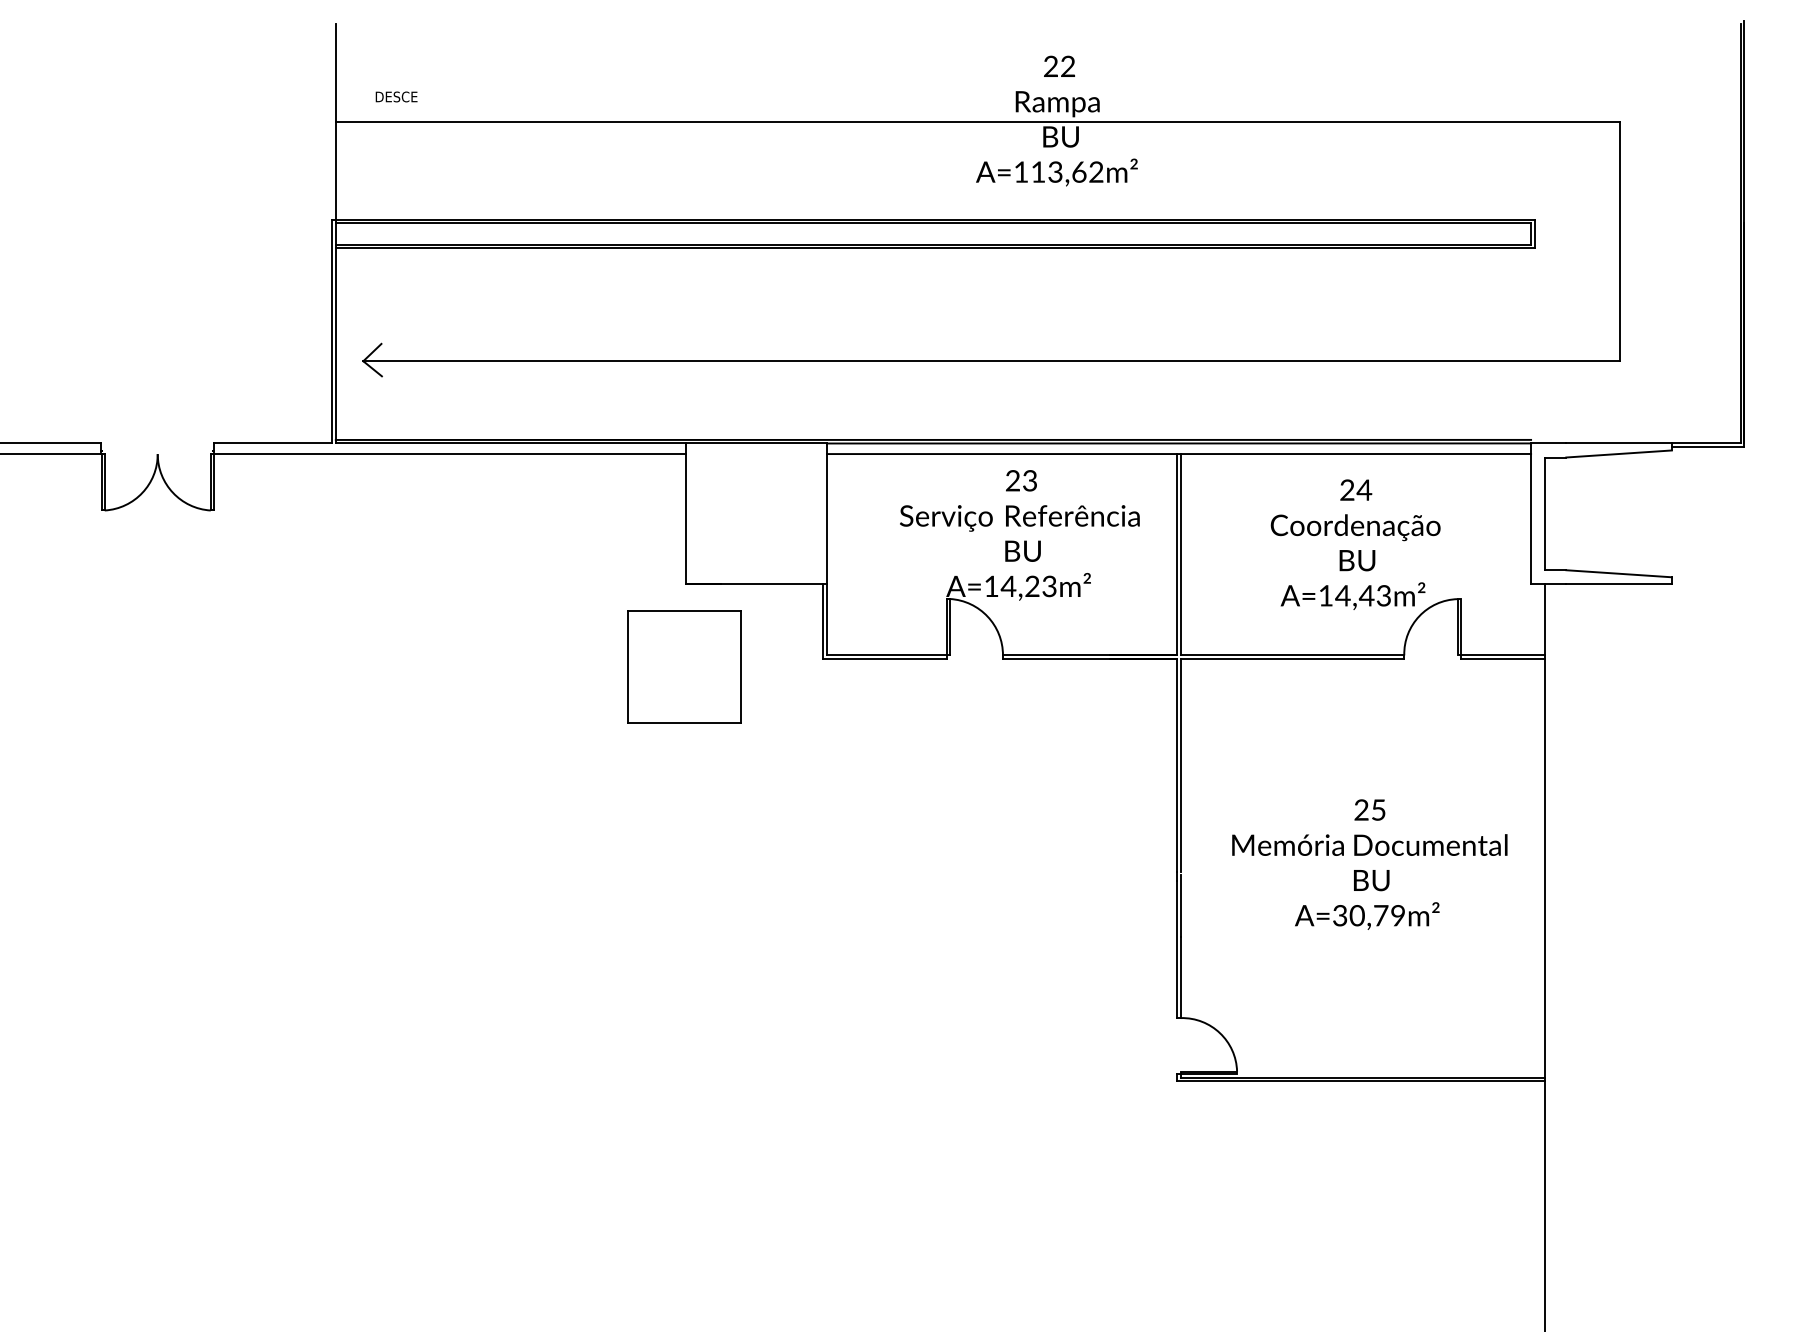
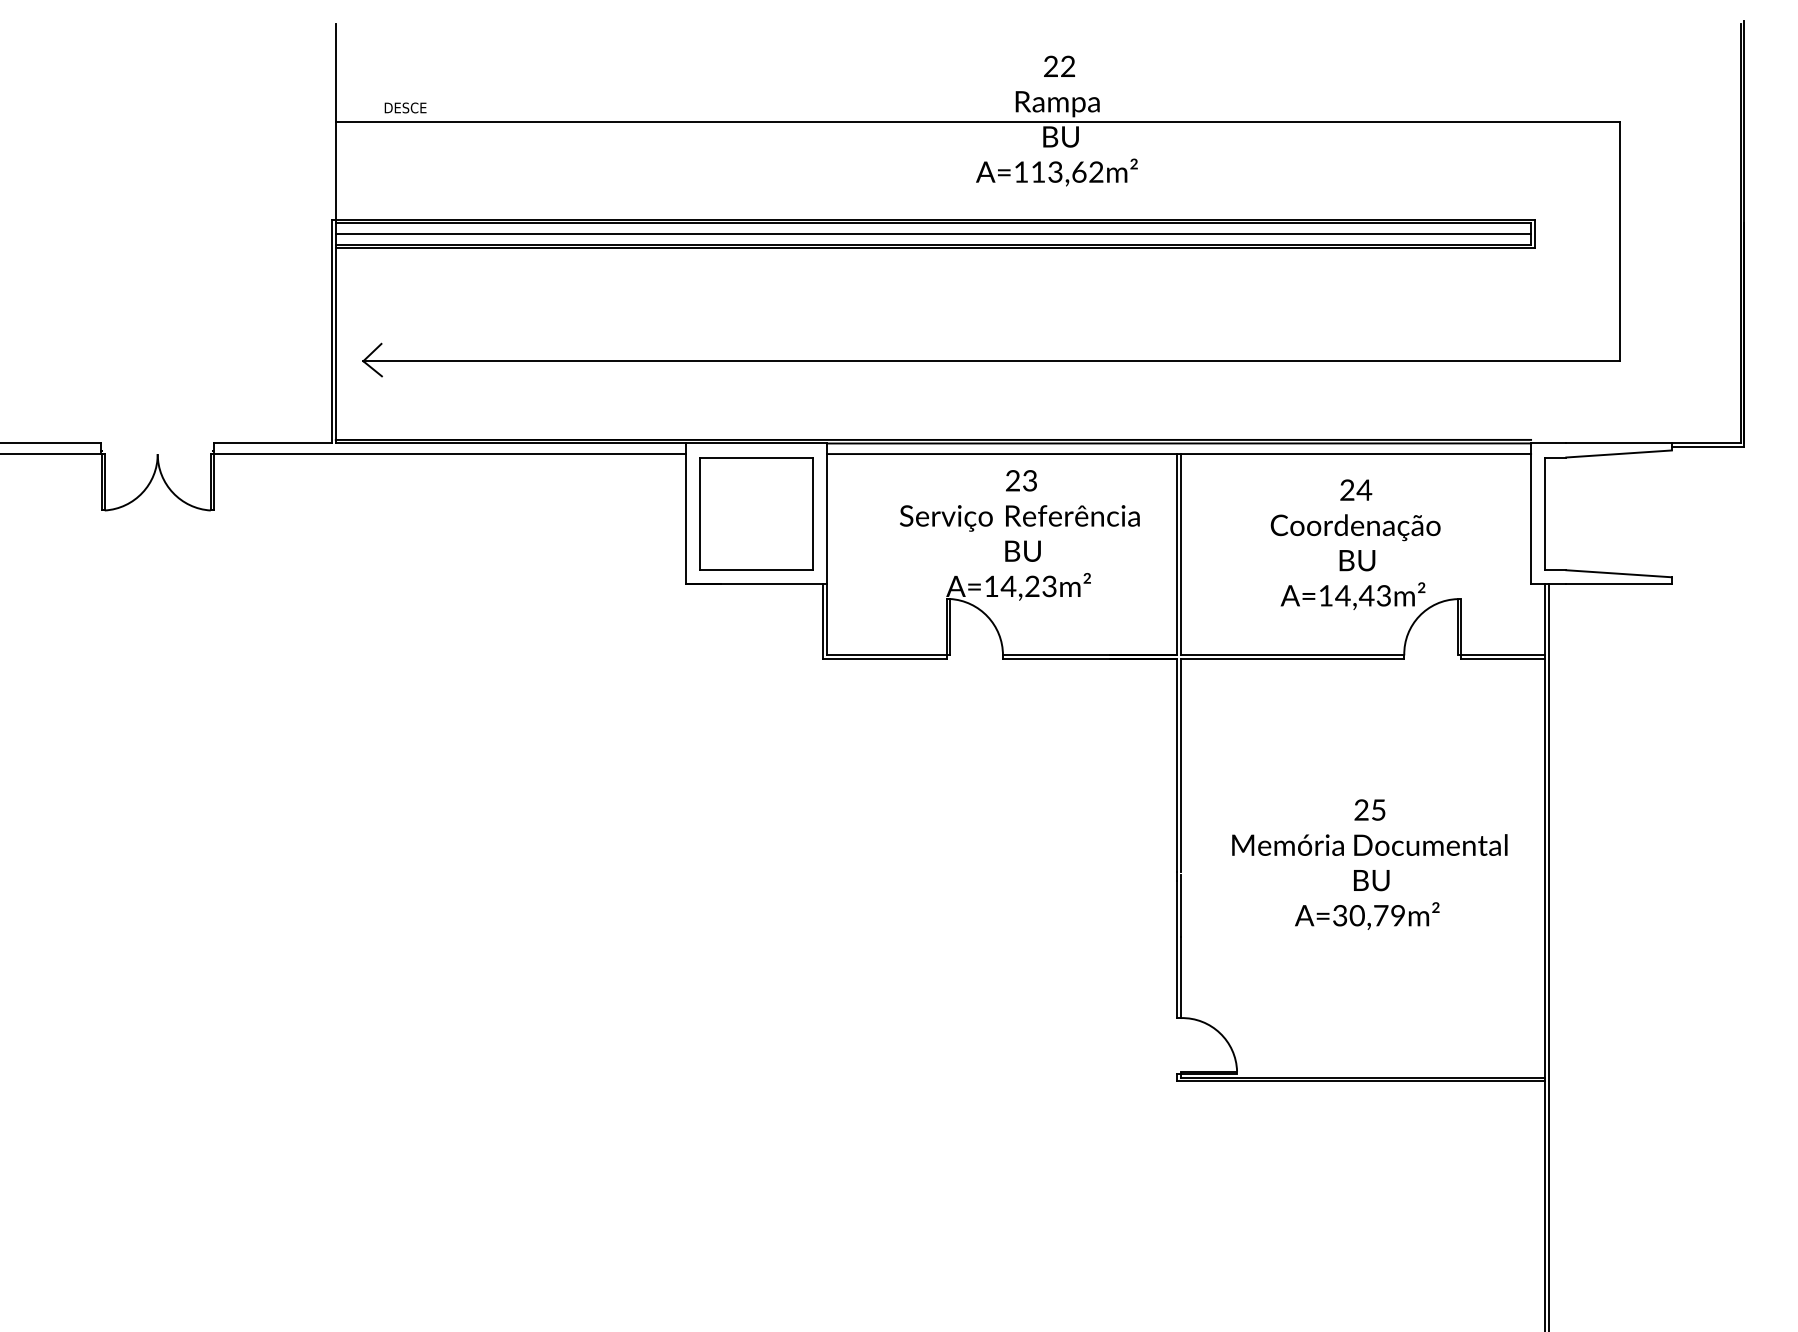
text at (396, 96) position: (396, 96) -> (405, 107)
line at (933, 233): none -> present
part at (684, 666) position: (684, 666) -> (756, 513)
line at (1548, 956): none -> present
